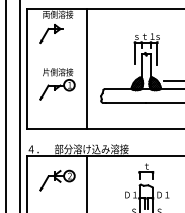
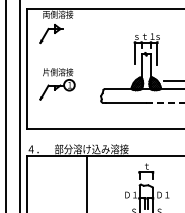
line at (86, 68): present -> none
line at (165, 102): solid -> dashed
part at (57, 180): present -> none
